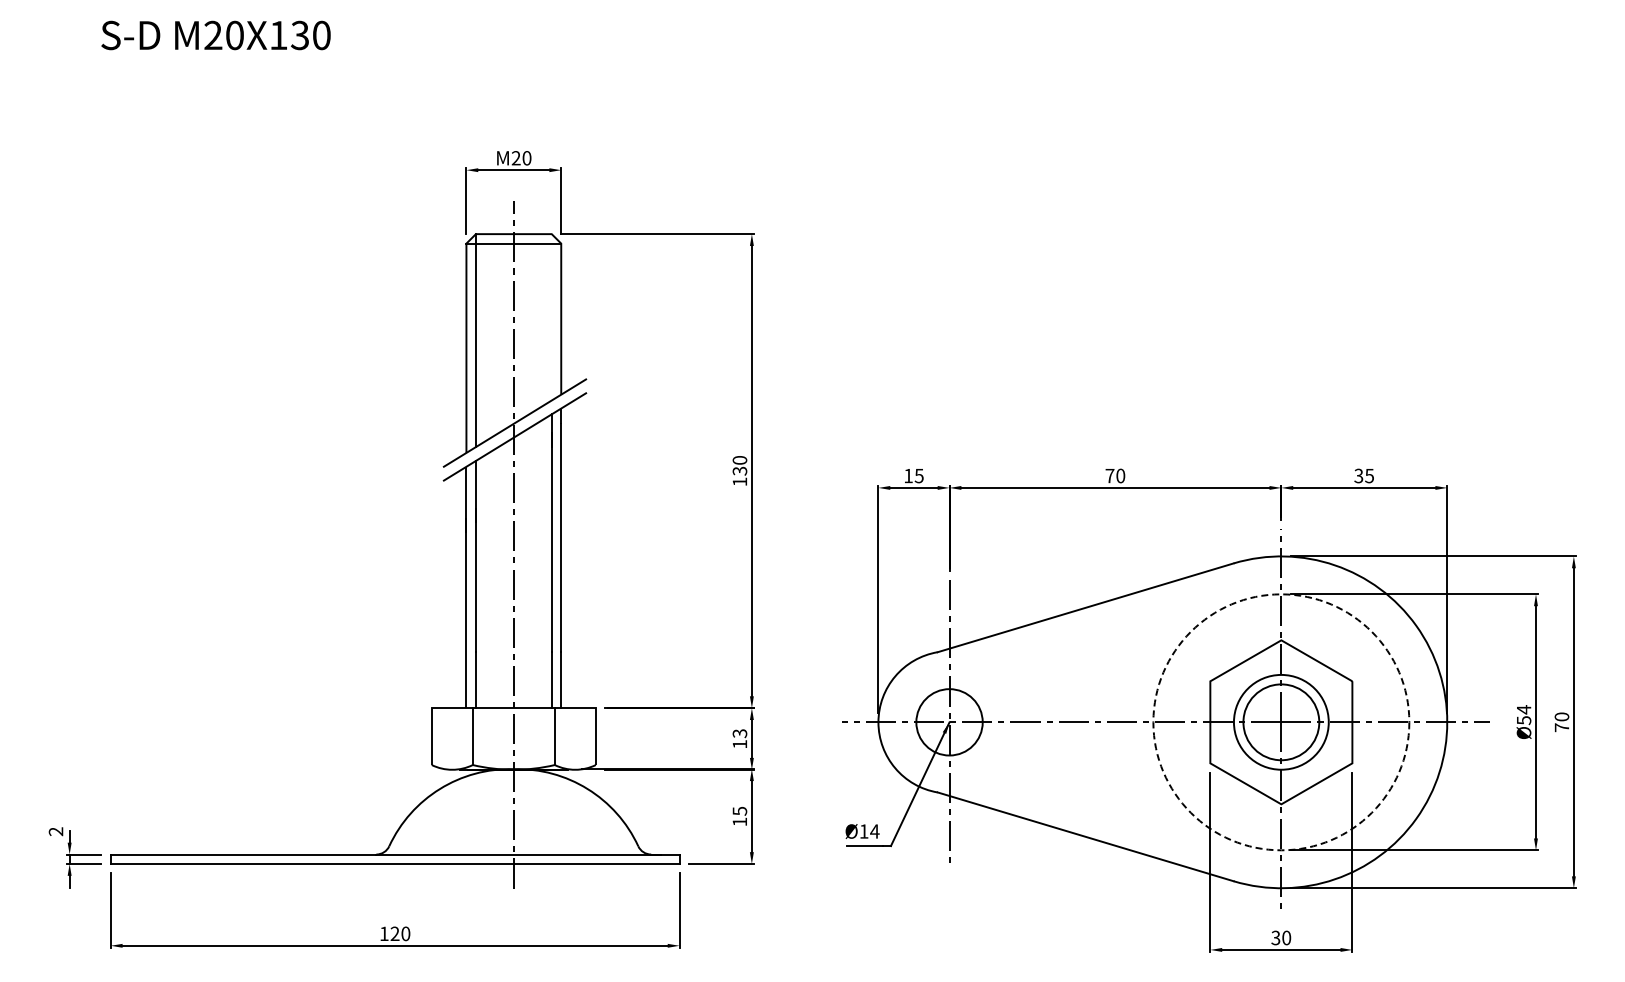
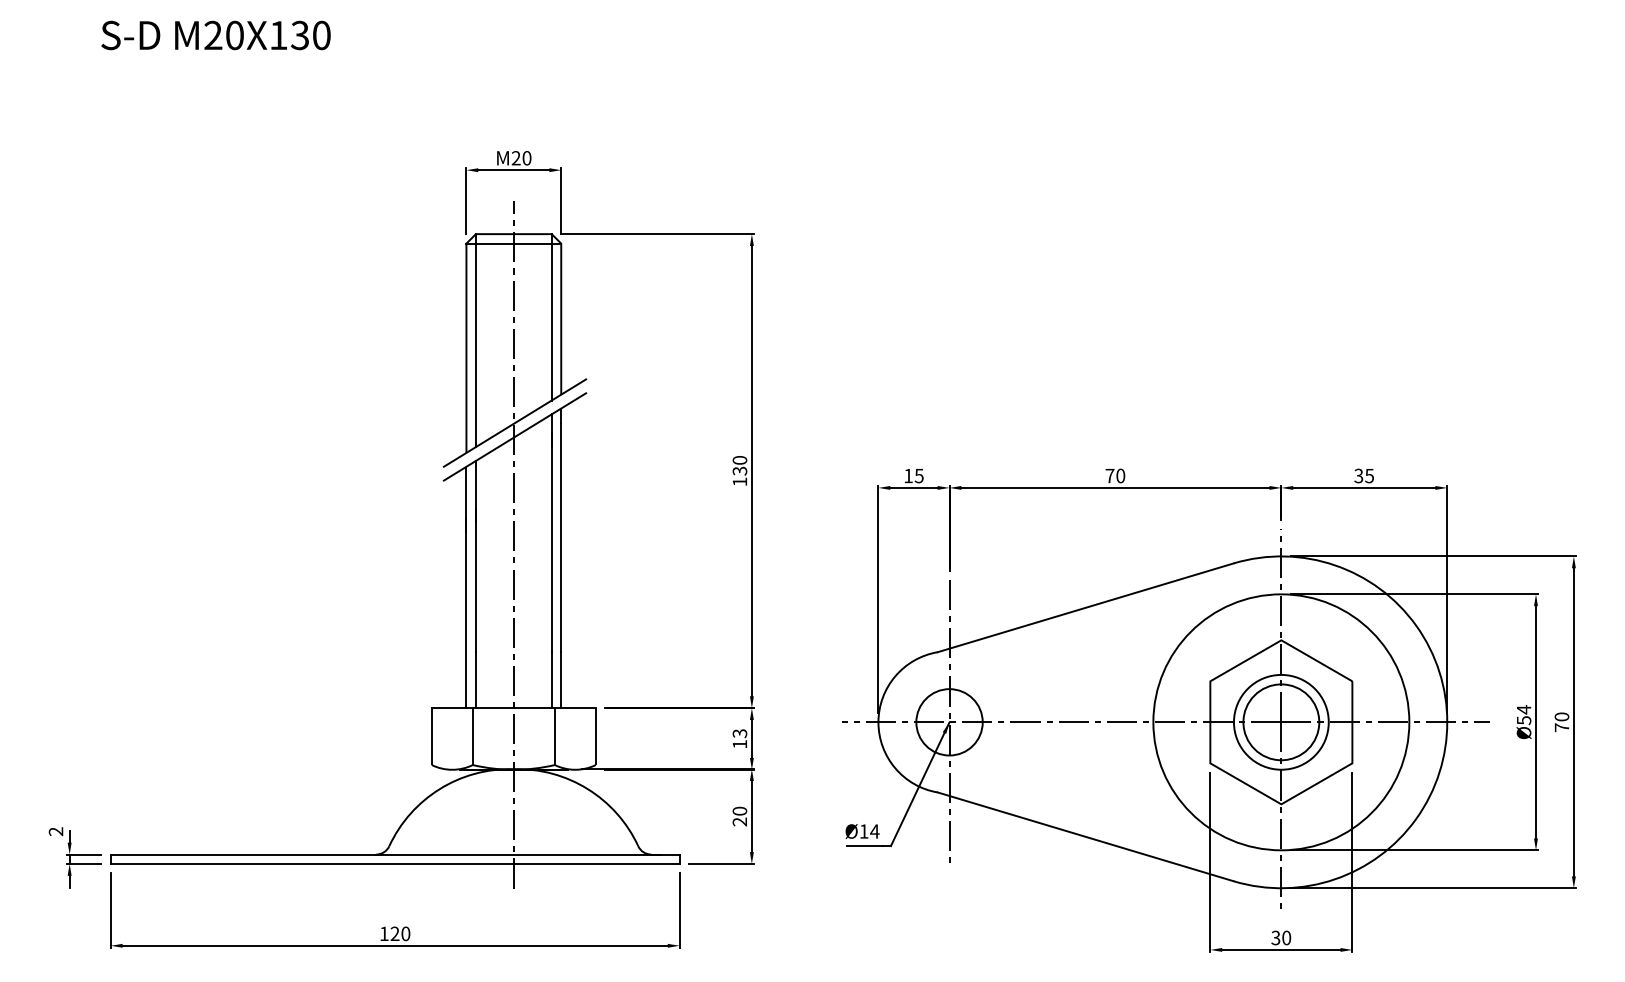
line at (551, 317): none -> present
circle at (1281, 722): dashed -> solid
text at (739, 816): 15 -> 20
